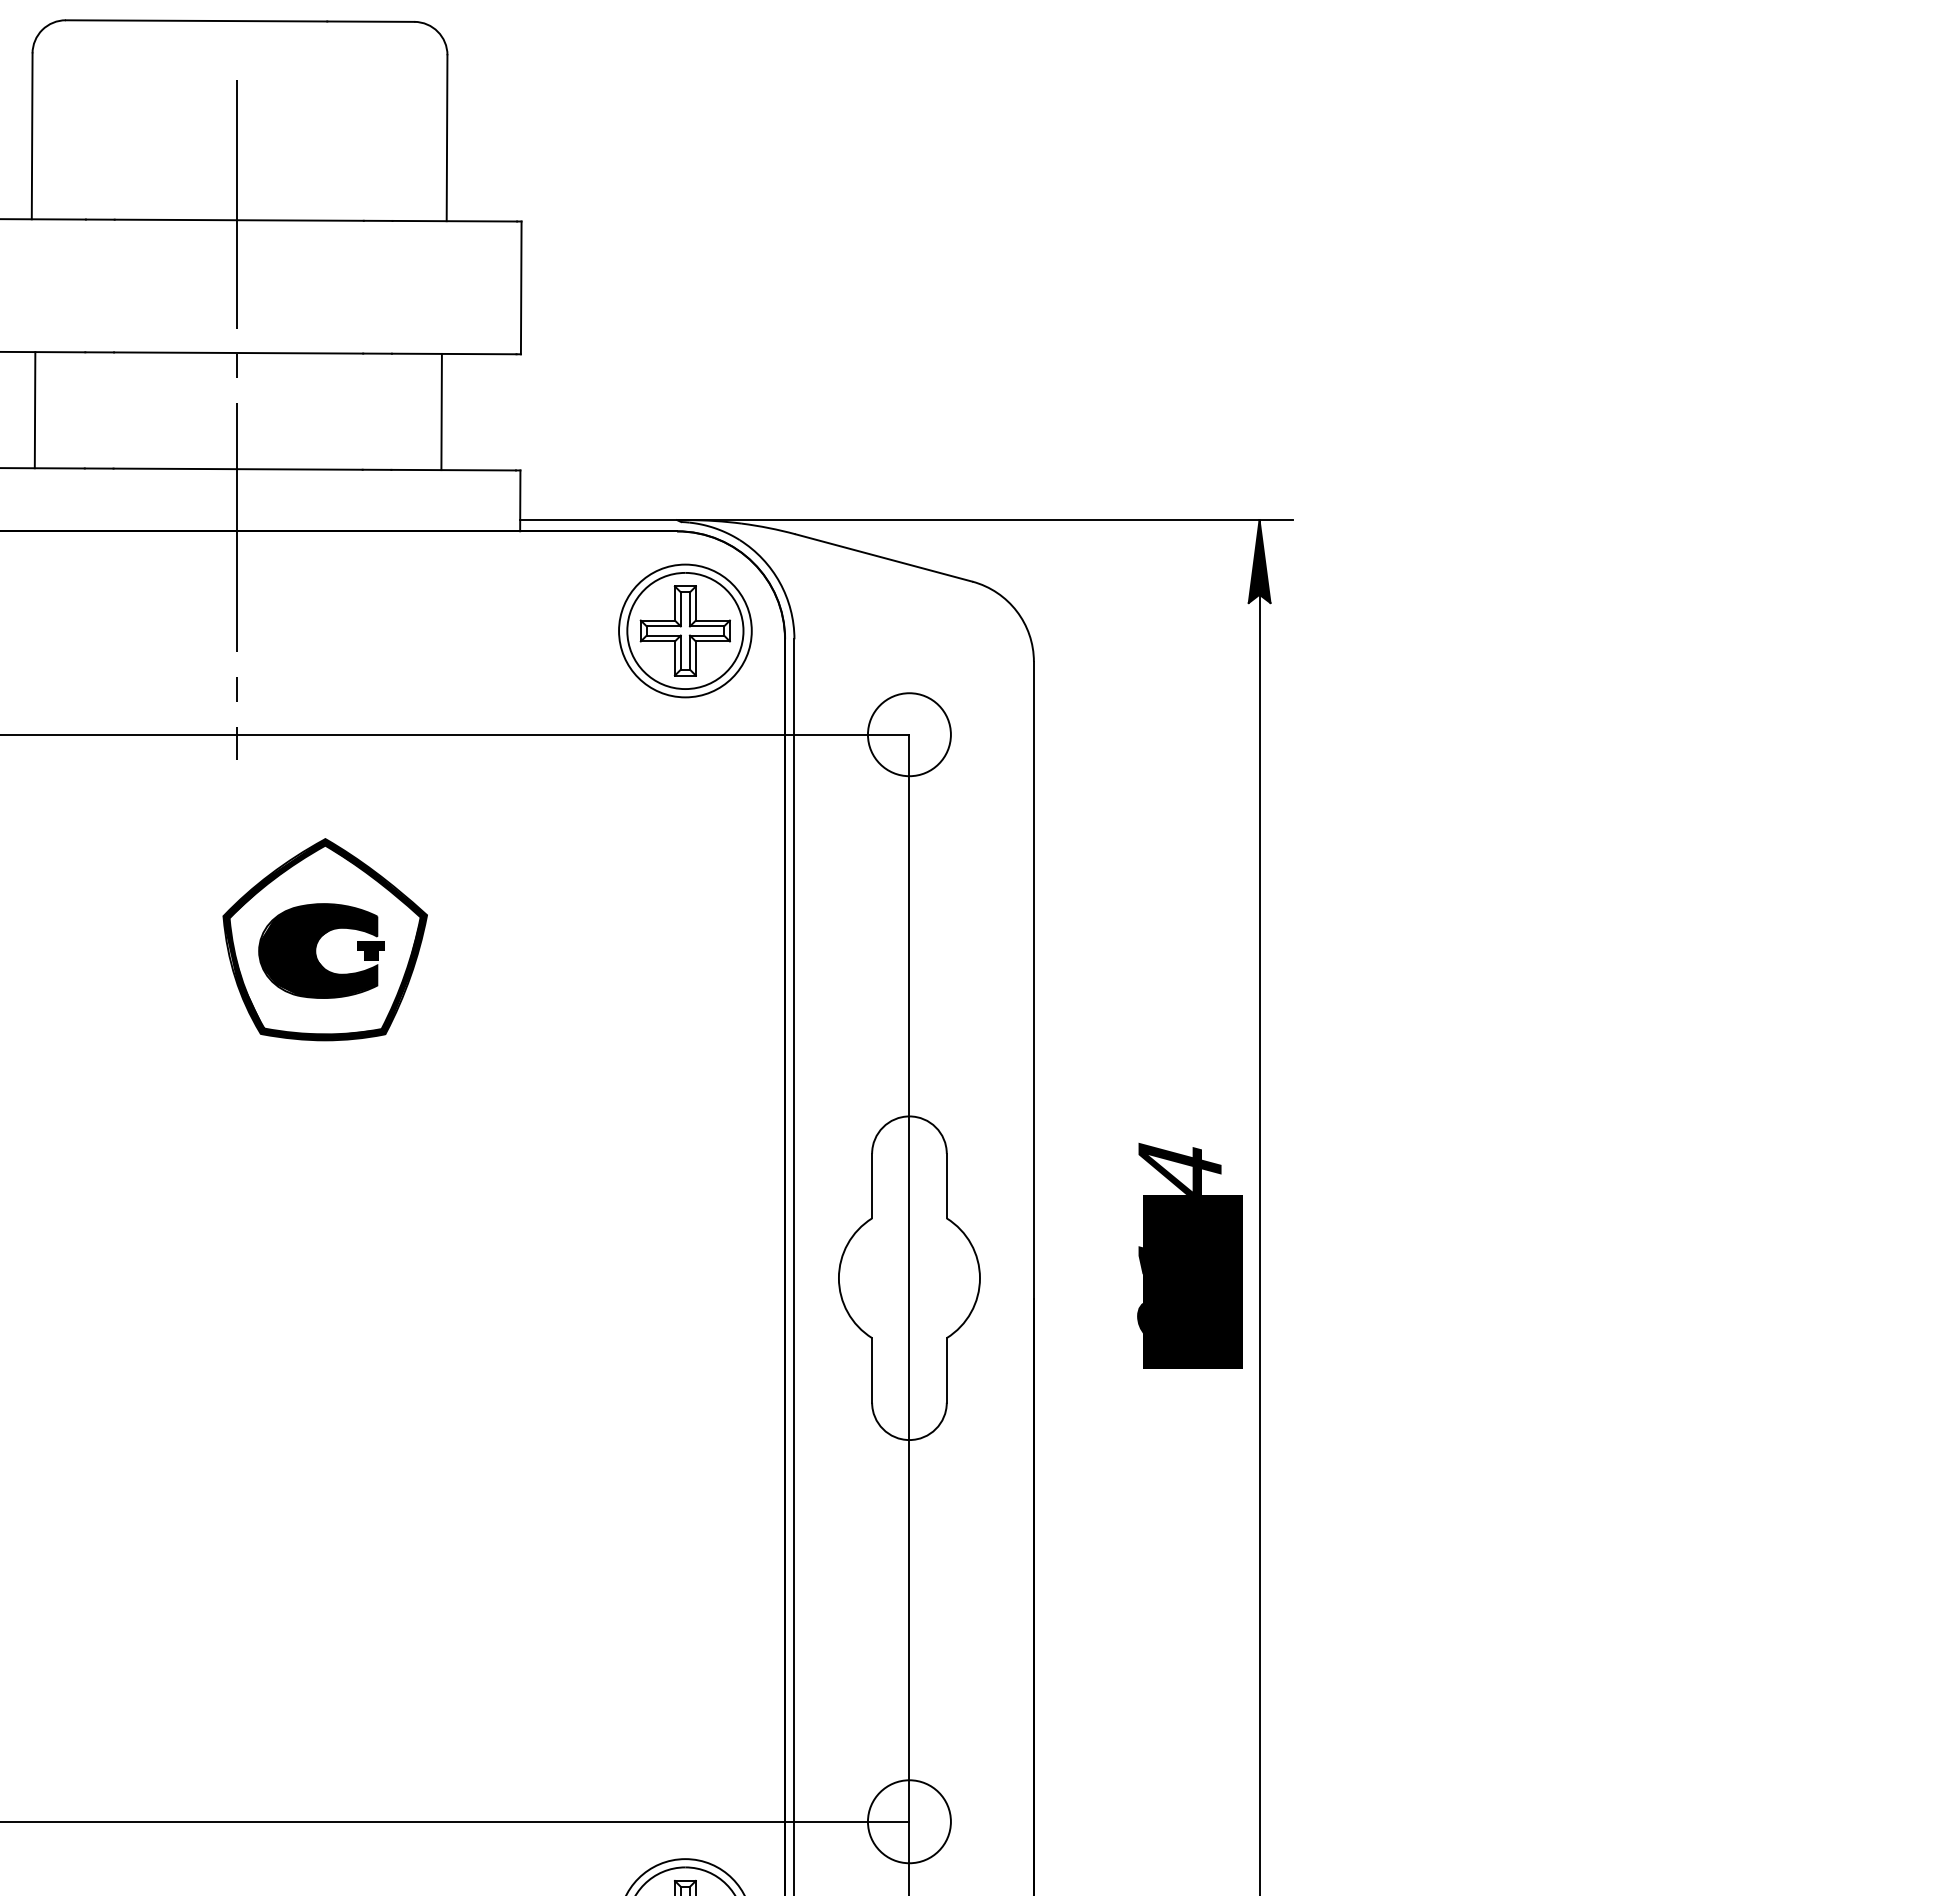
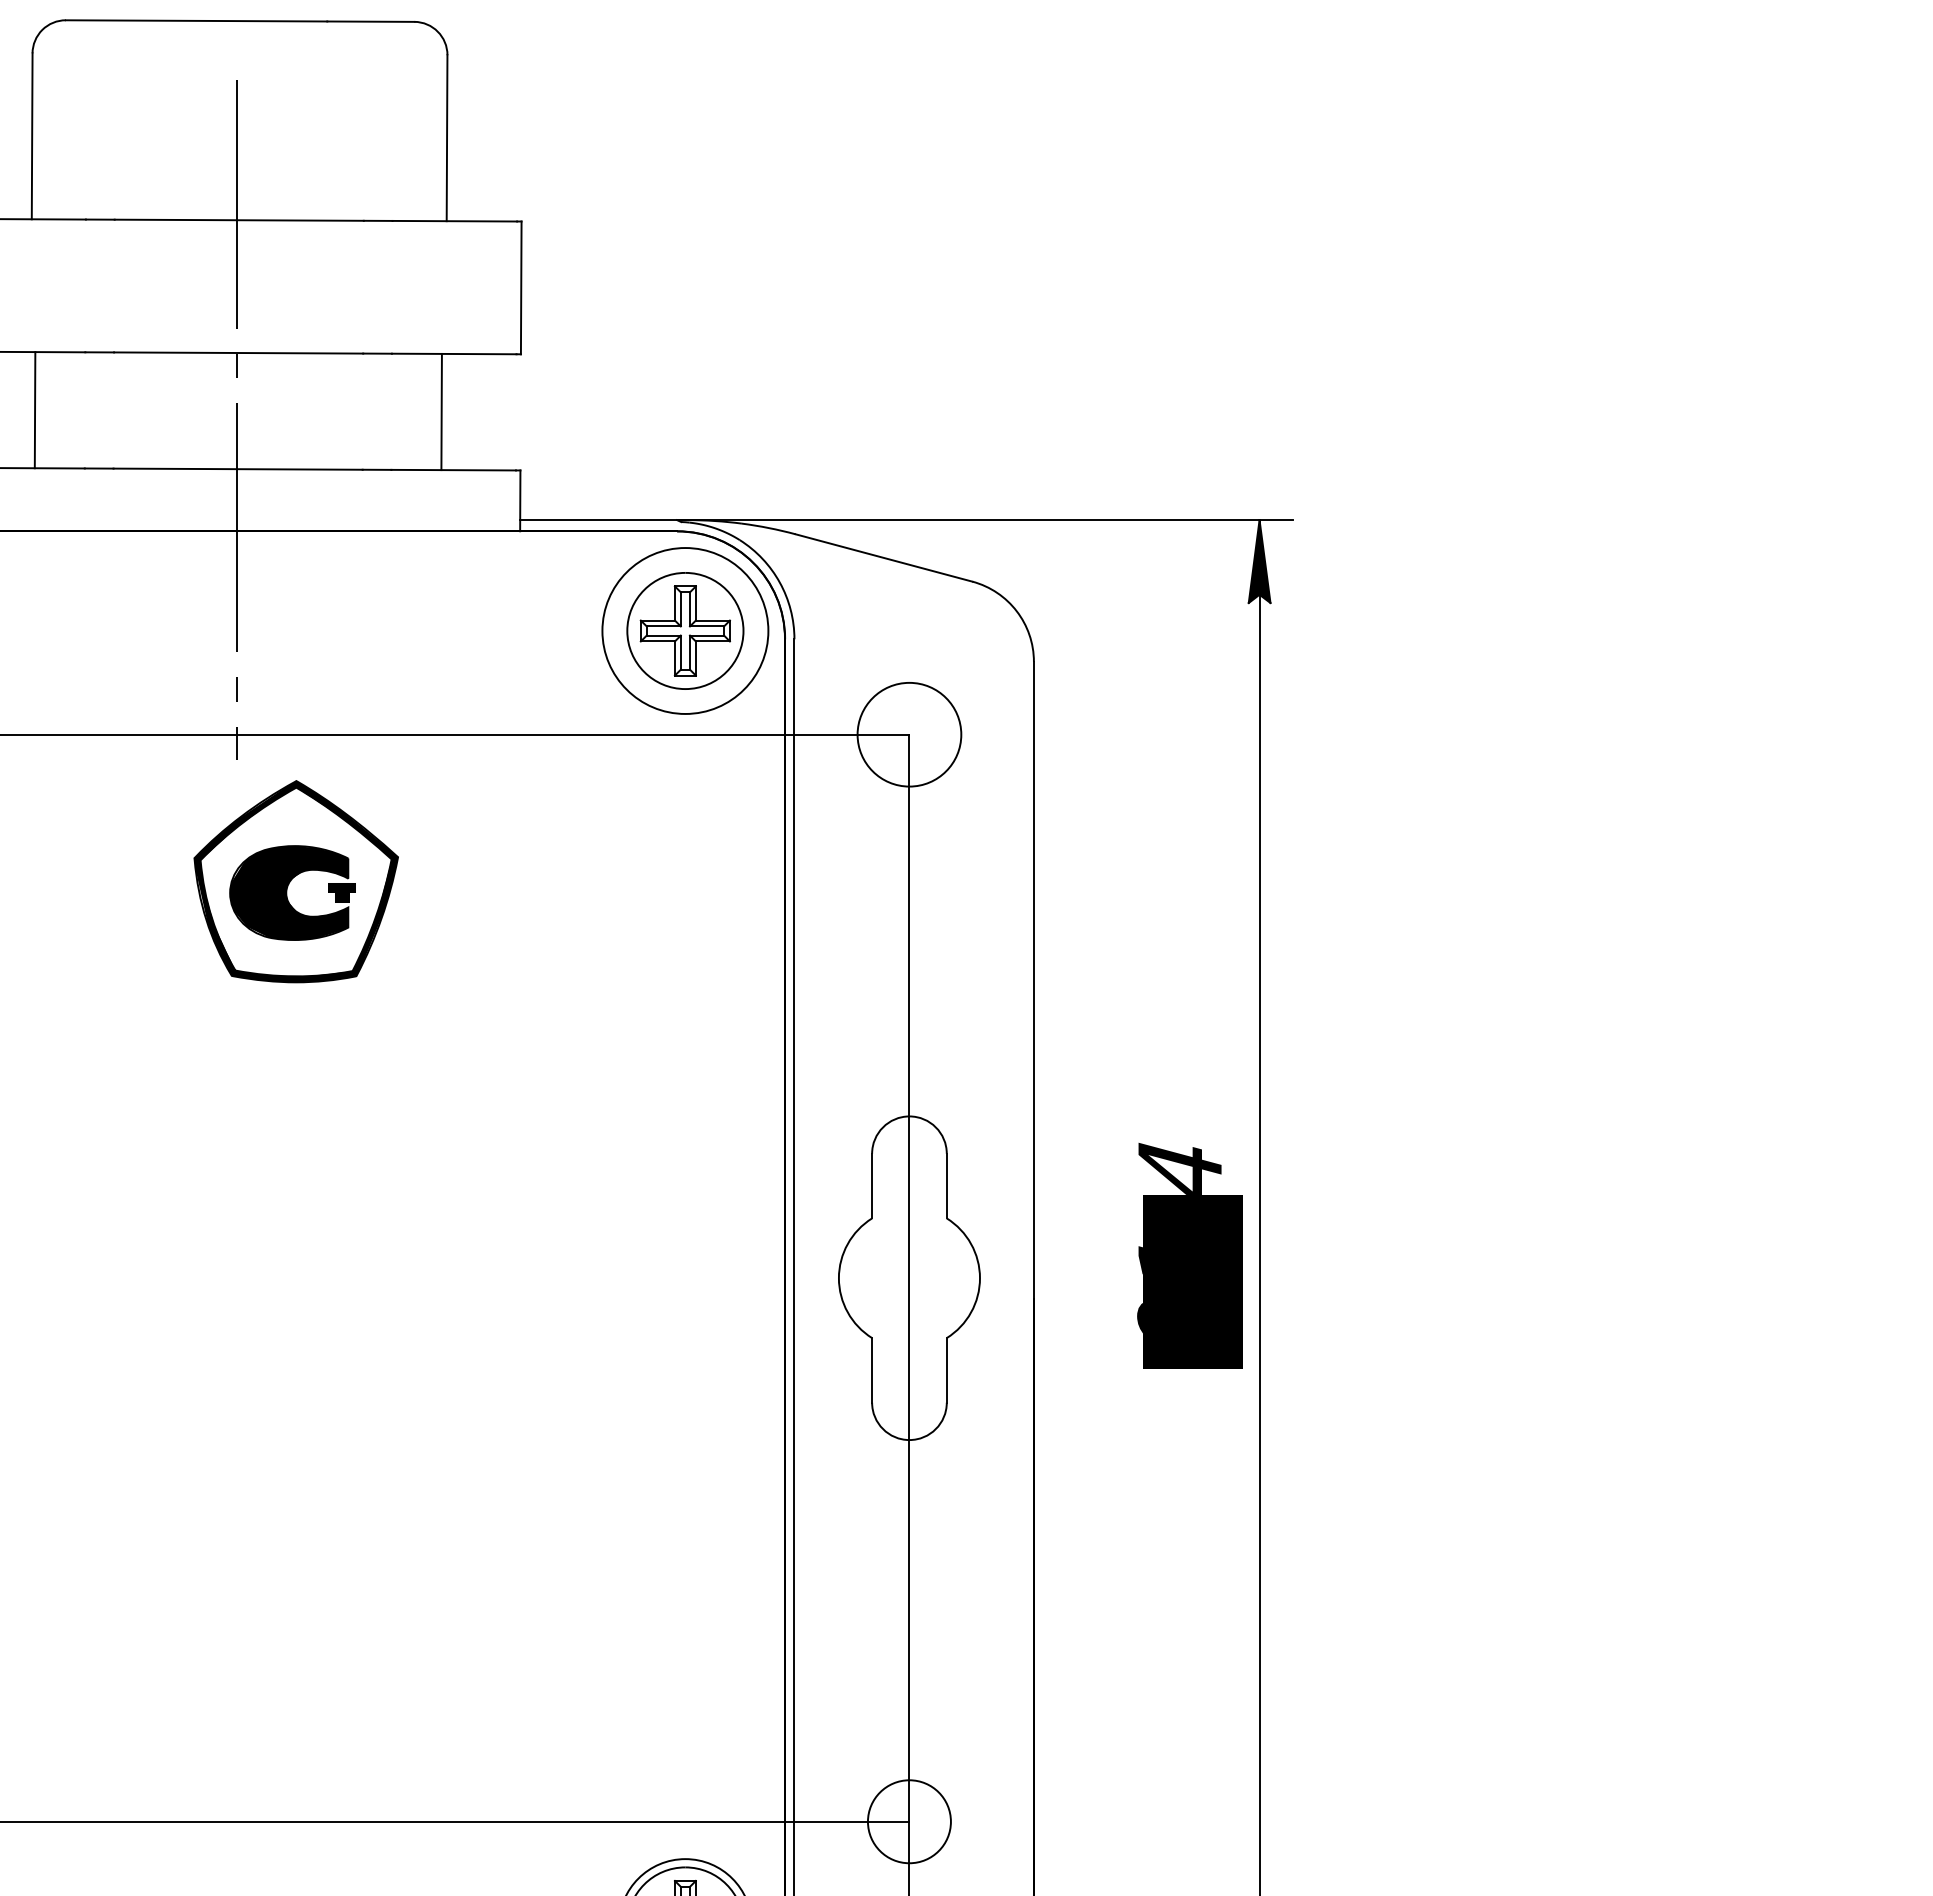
circle at (685, 630) diameter: 133 px -> 166 px
circle at (908, 734) diameter: 83 px -> 104 px
part at (324, 939) position: (324, 939) -> (295, 881)
